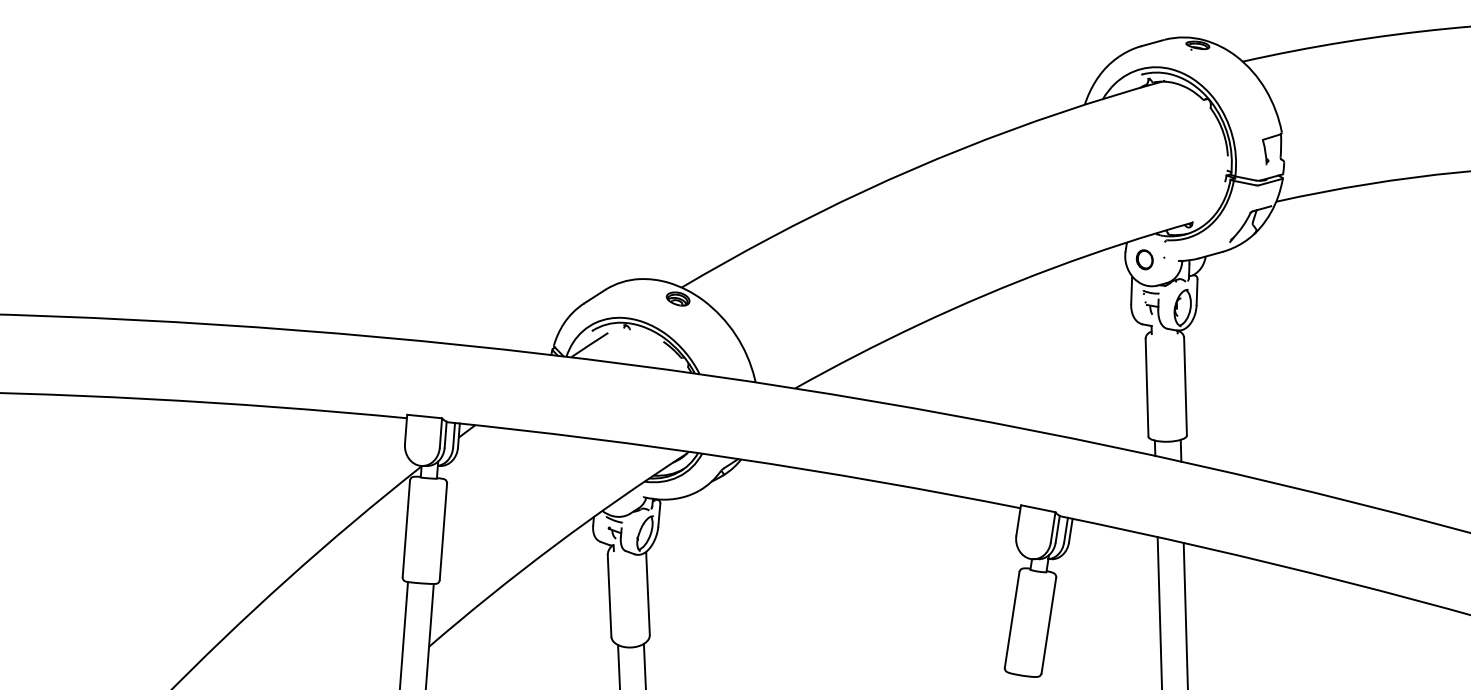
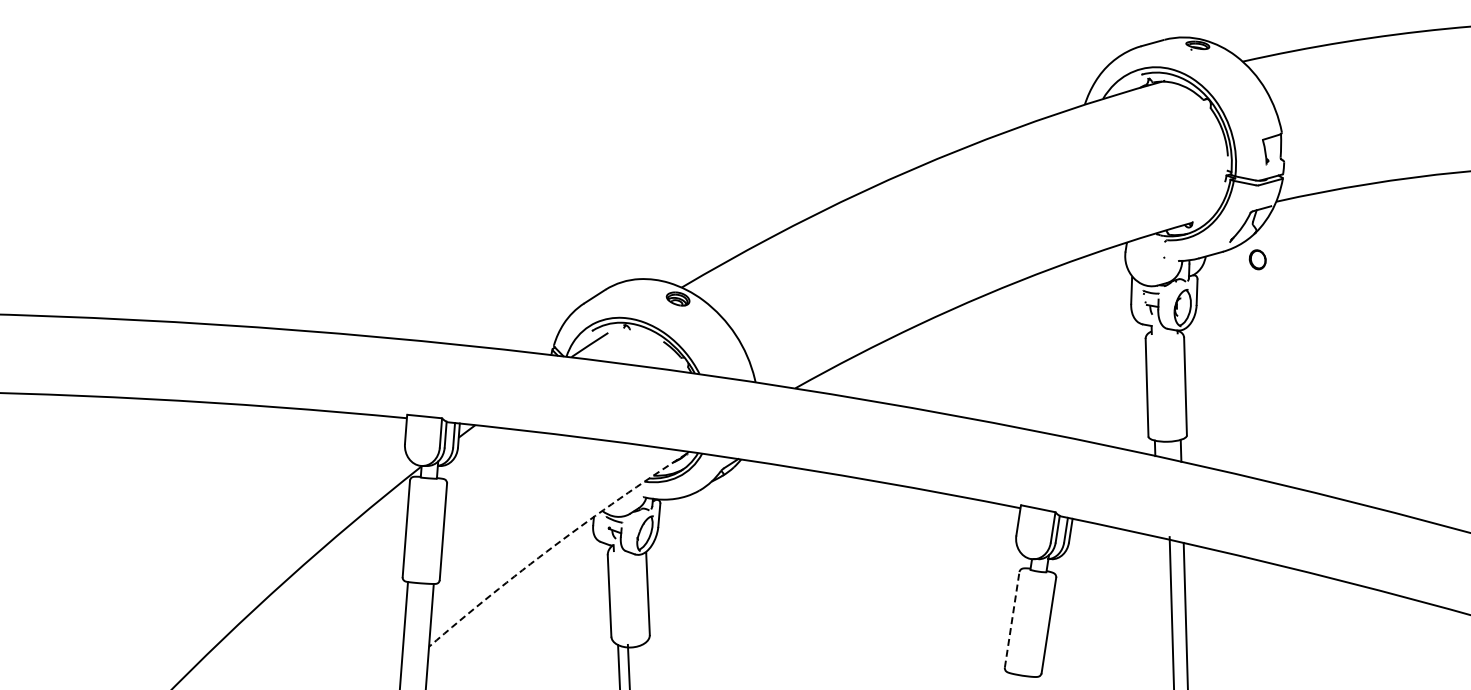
part at (1144, 259) position: (1144, 259) -> (1257, 259)
line at (554, 545): solid -> dashed
line at (1159, 611) position: (1159, 611) -> (1171, 611)
line at (1012, 619): solid -> dashed
line at (644, 664) position: (644, 664) -> (628, 665)
